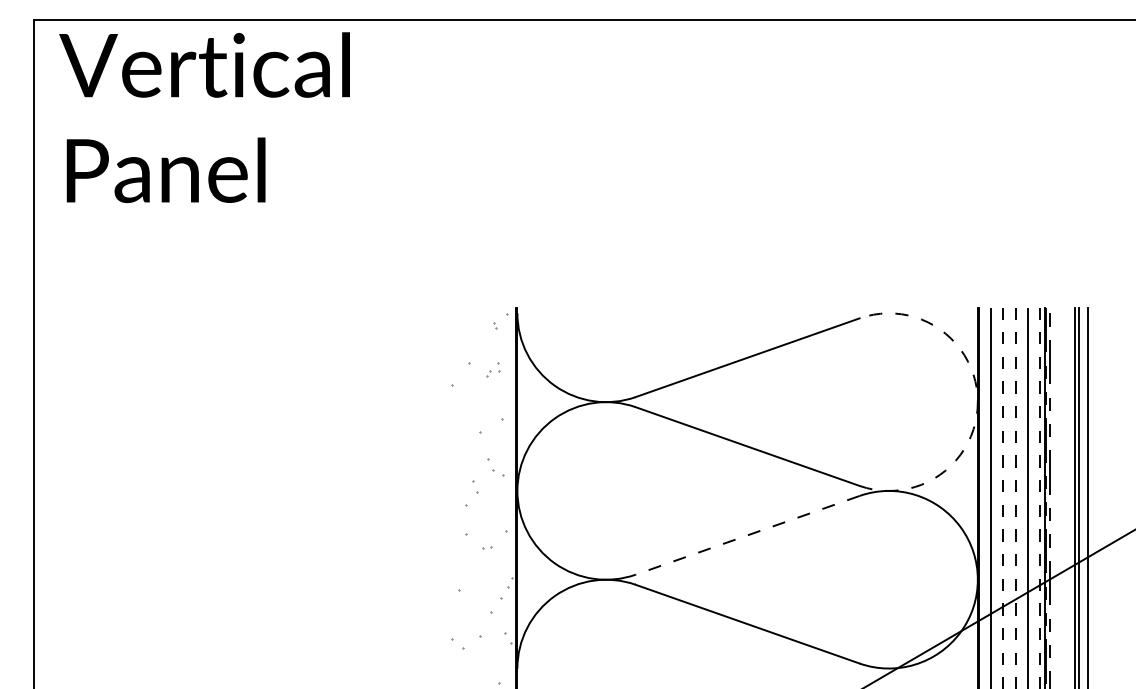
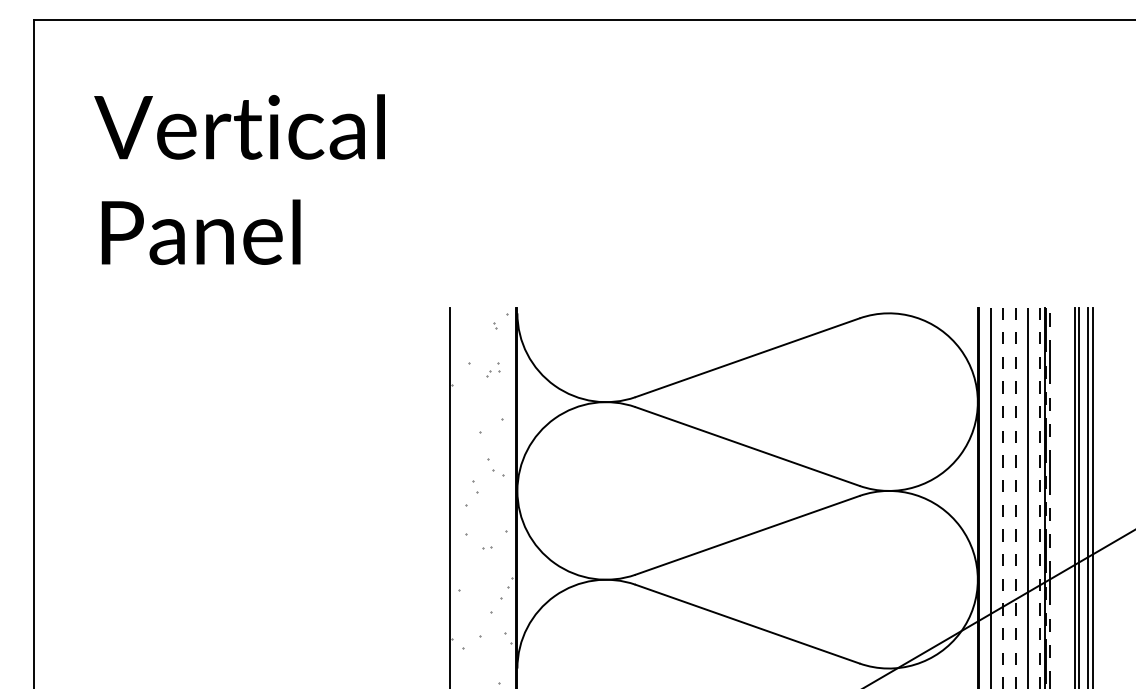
text at (204, 117) position: (204, 117) -> (239, 179)
arc at (977, 402): dashed -> solid
line at (450, 496): none -> present
line at (1093, 496): none -> present
line at (747, 535): dashed -> solid
